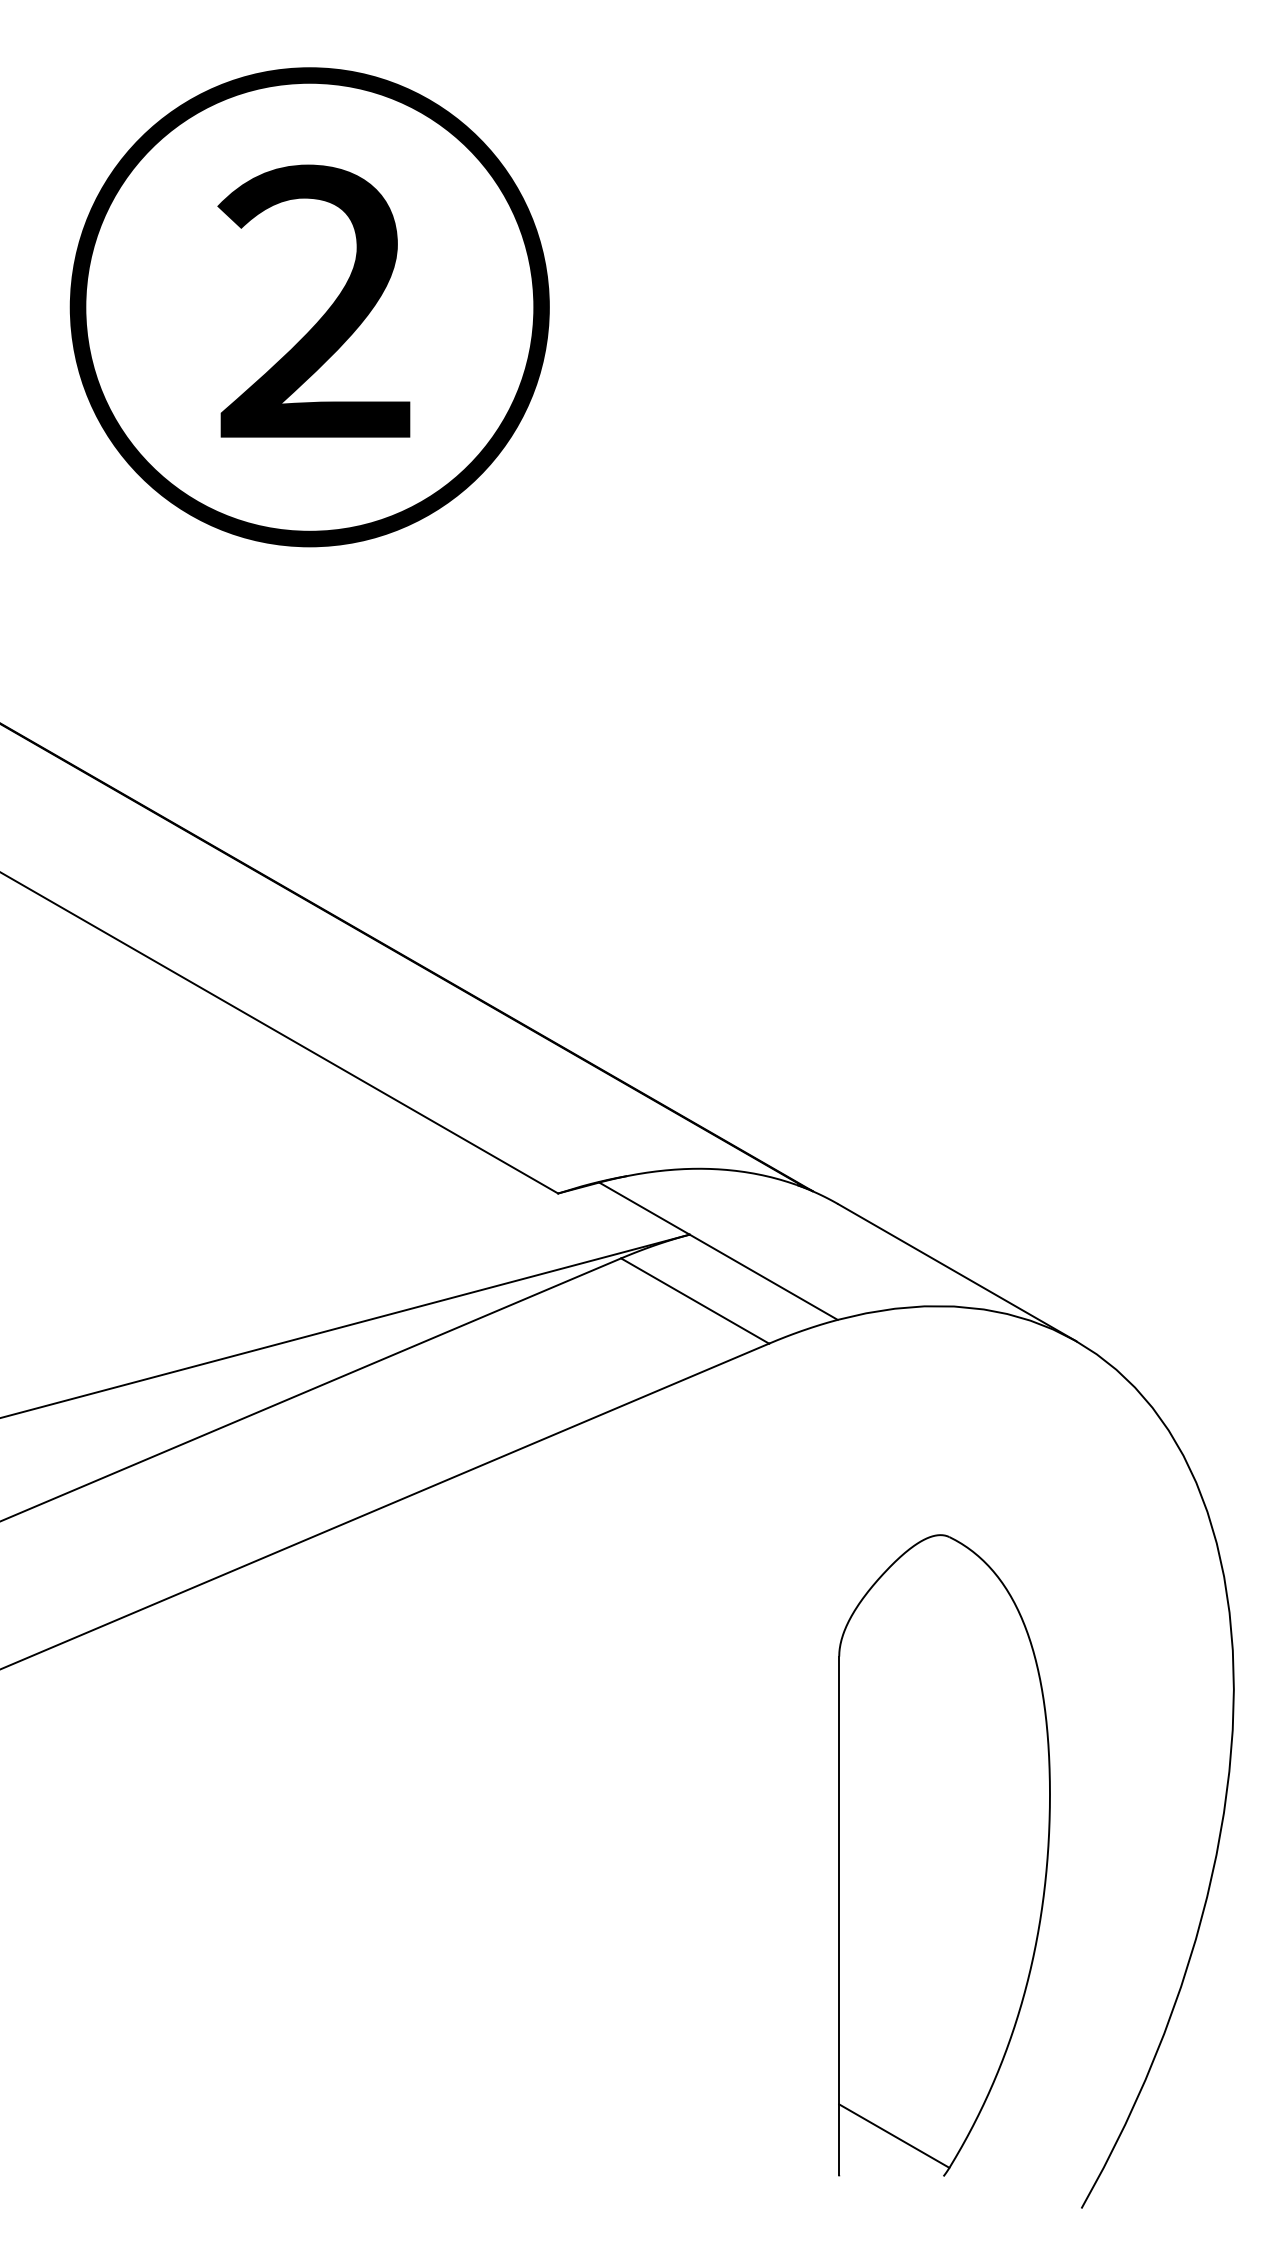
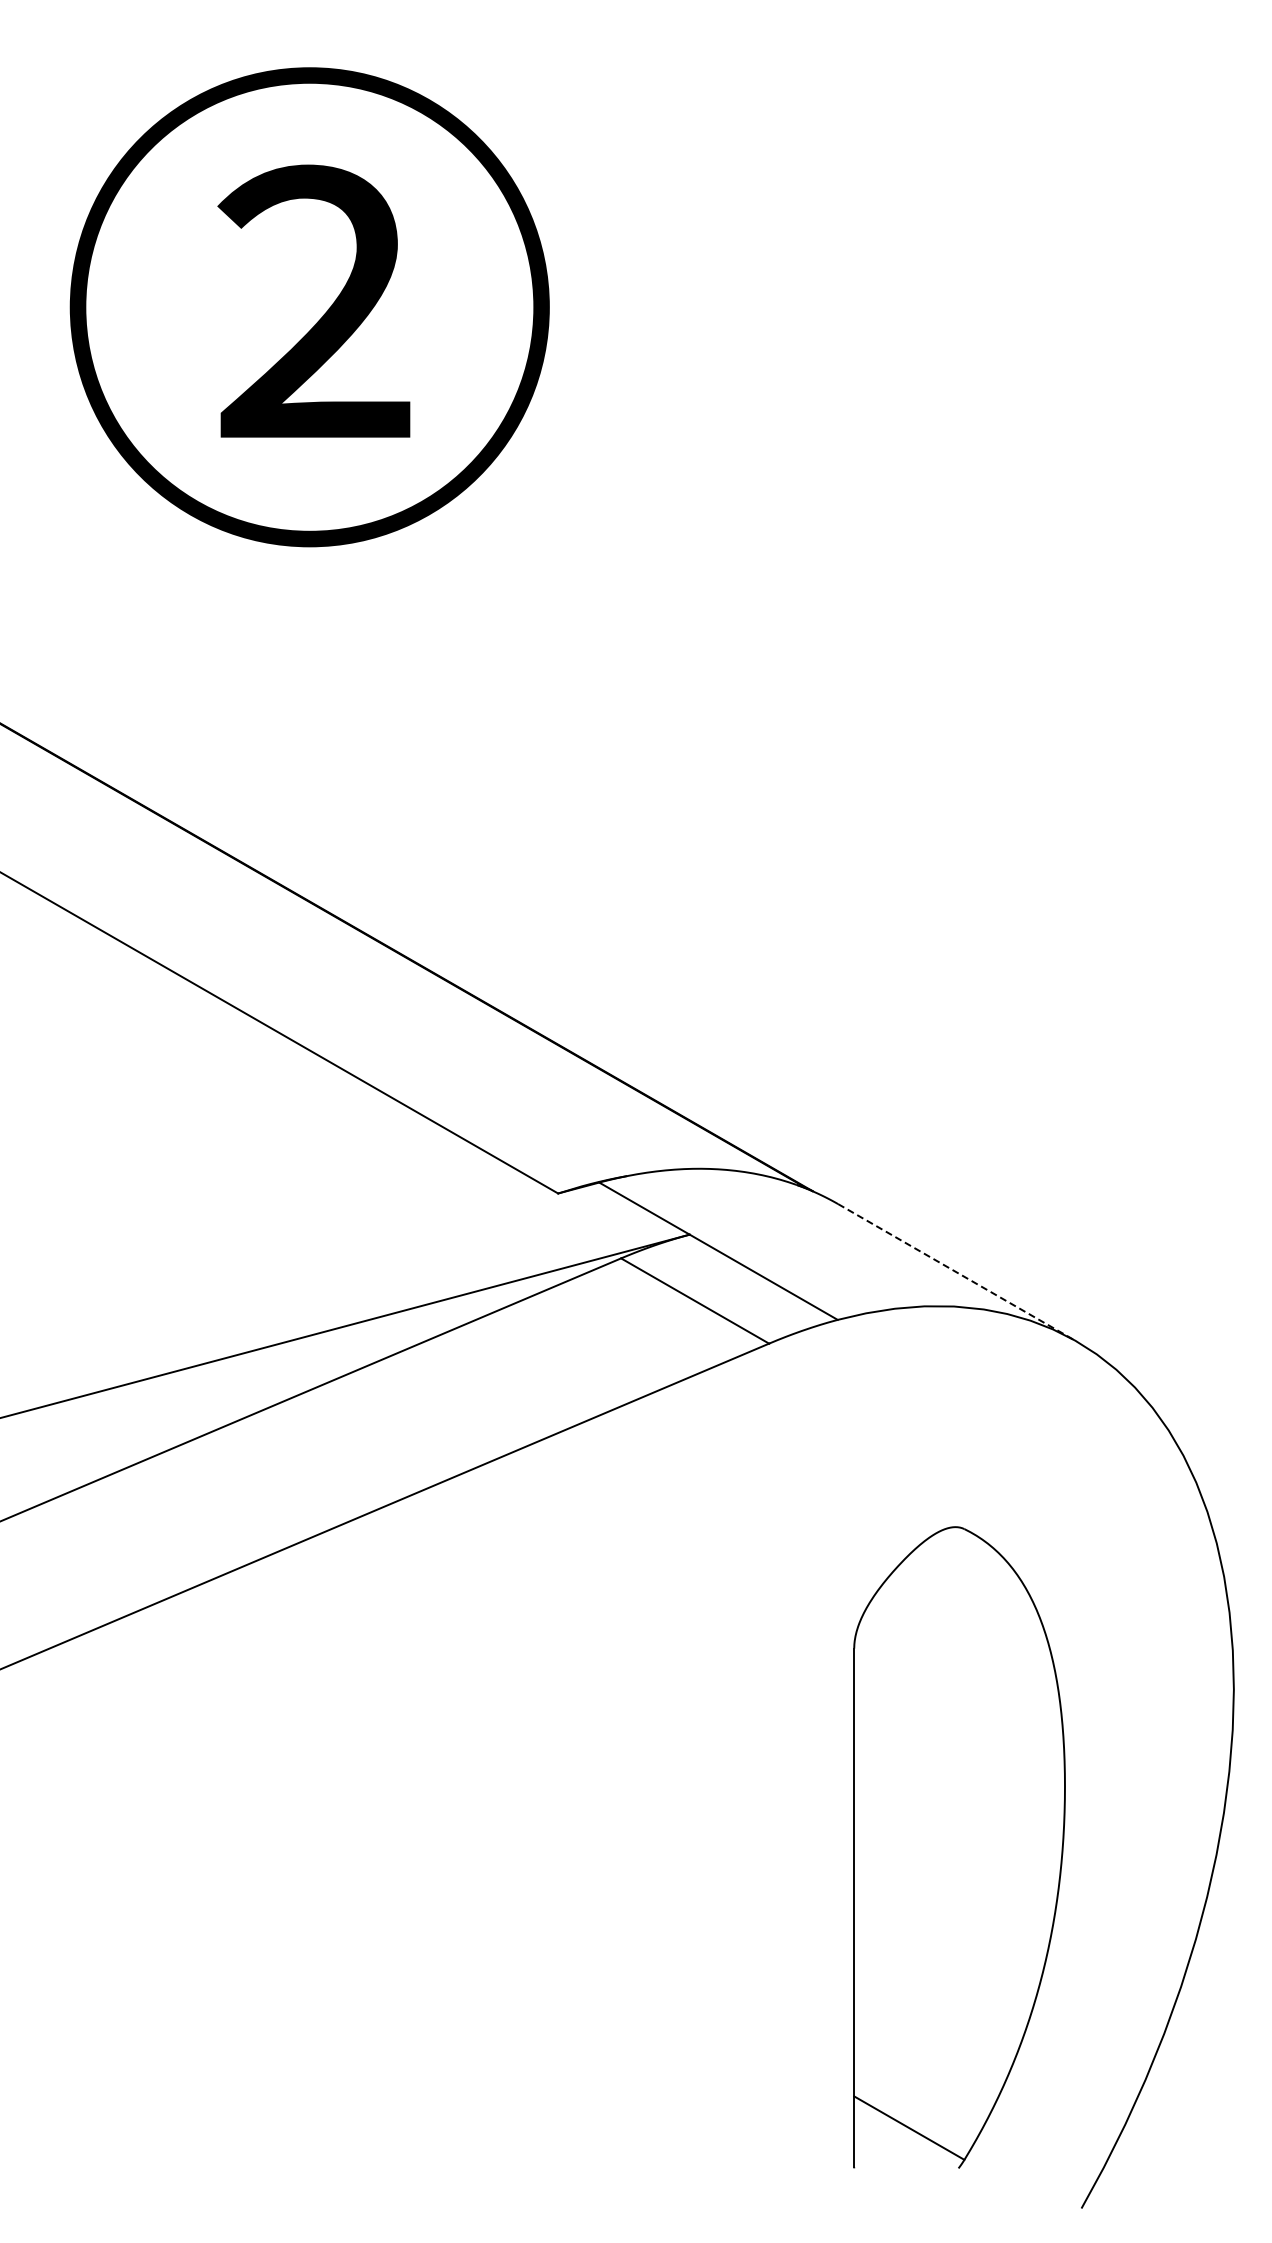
line at (957, 1272): solid -> dashed
part at (944, 1855) position: (944, 1855) -> (959, 1847)
